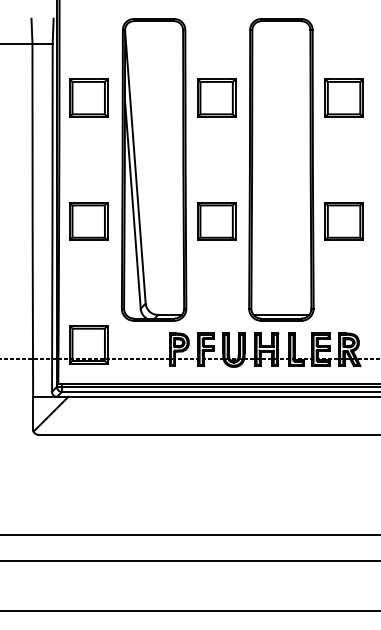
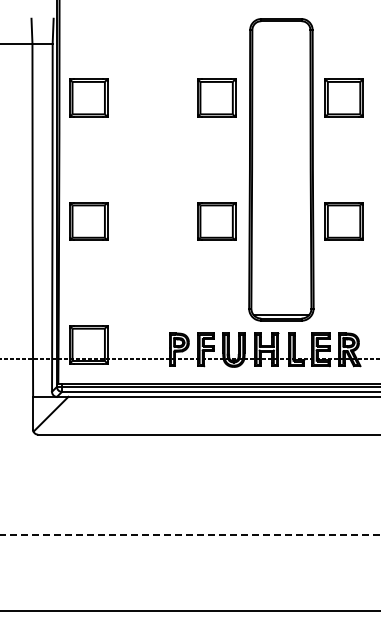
part at (154, 169): present -> none
line at (190, 535): solid -> dashed
line at (189, 560): present -> none
